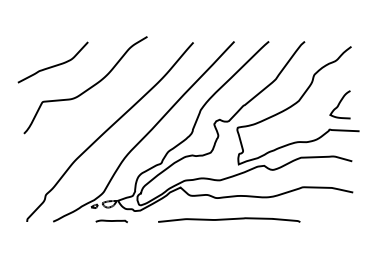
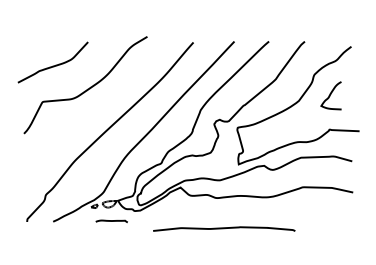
curve at (339, 104) position: (339, 104) -> (330, 95)
curve at (229, 219) position: (229, 219) -> (224, 228)
